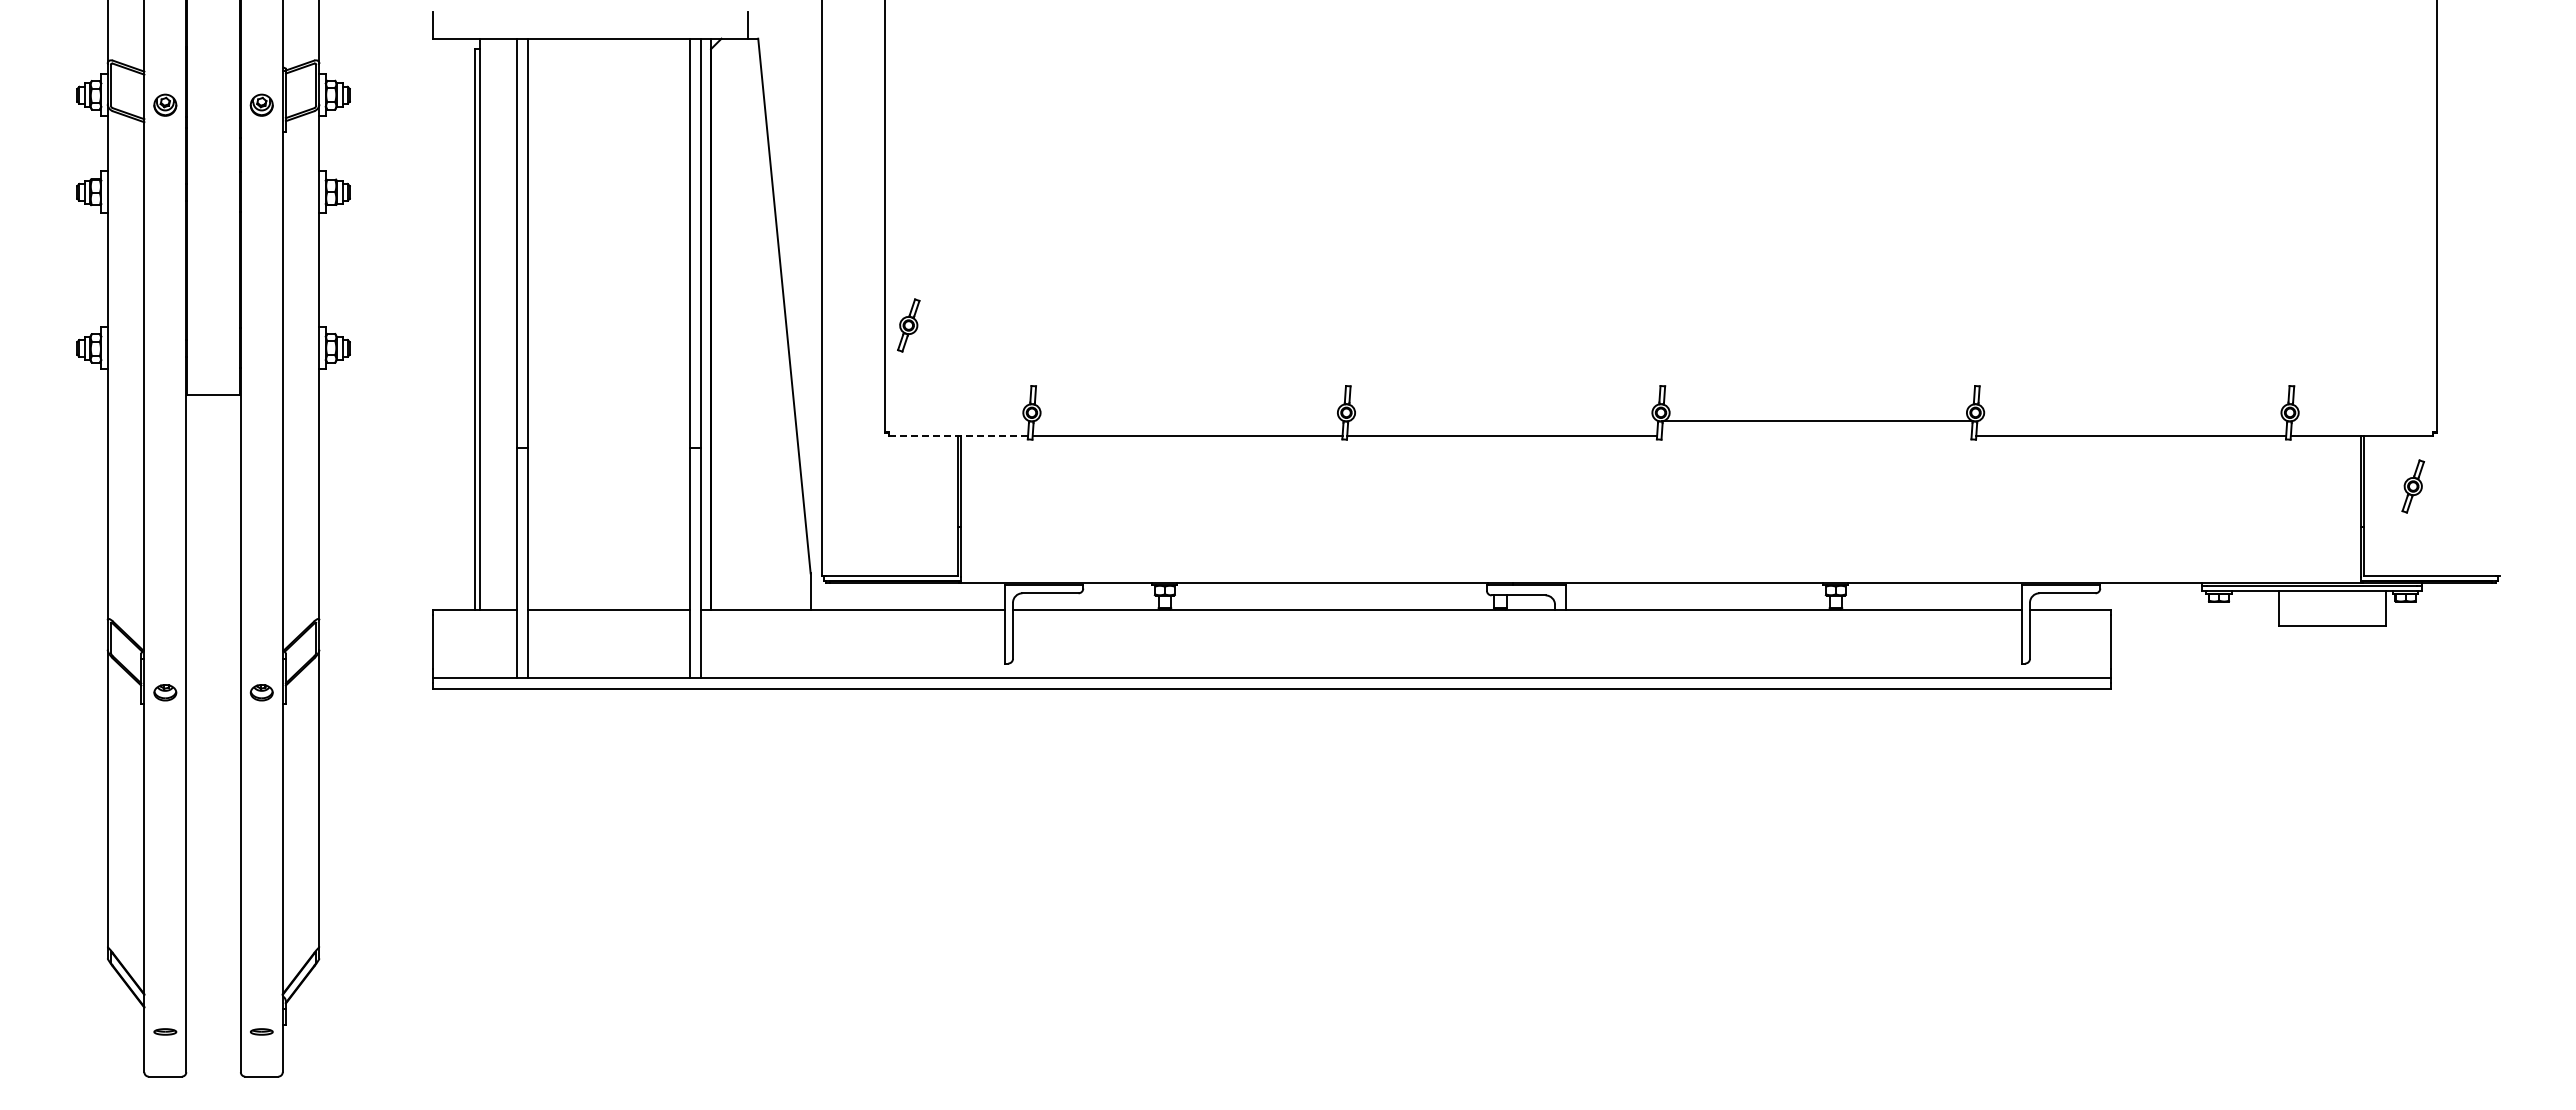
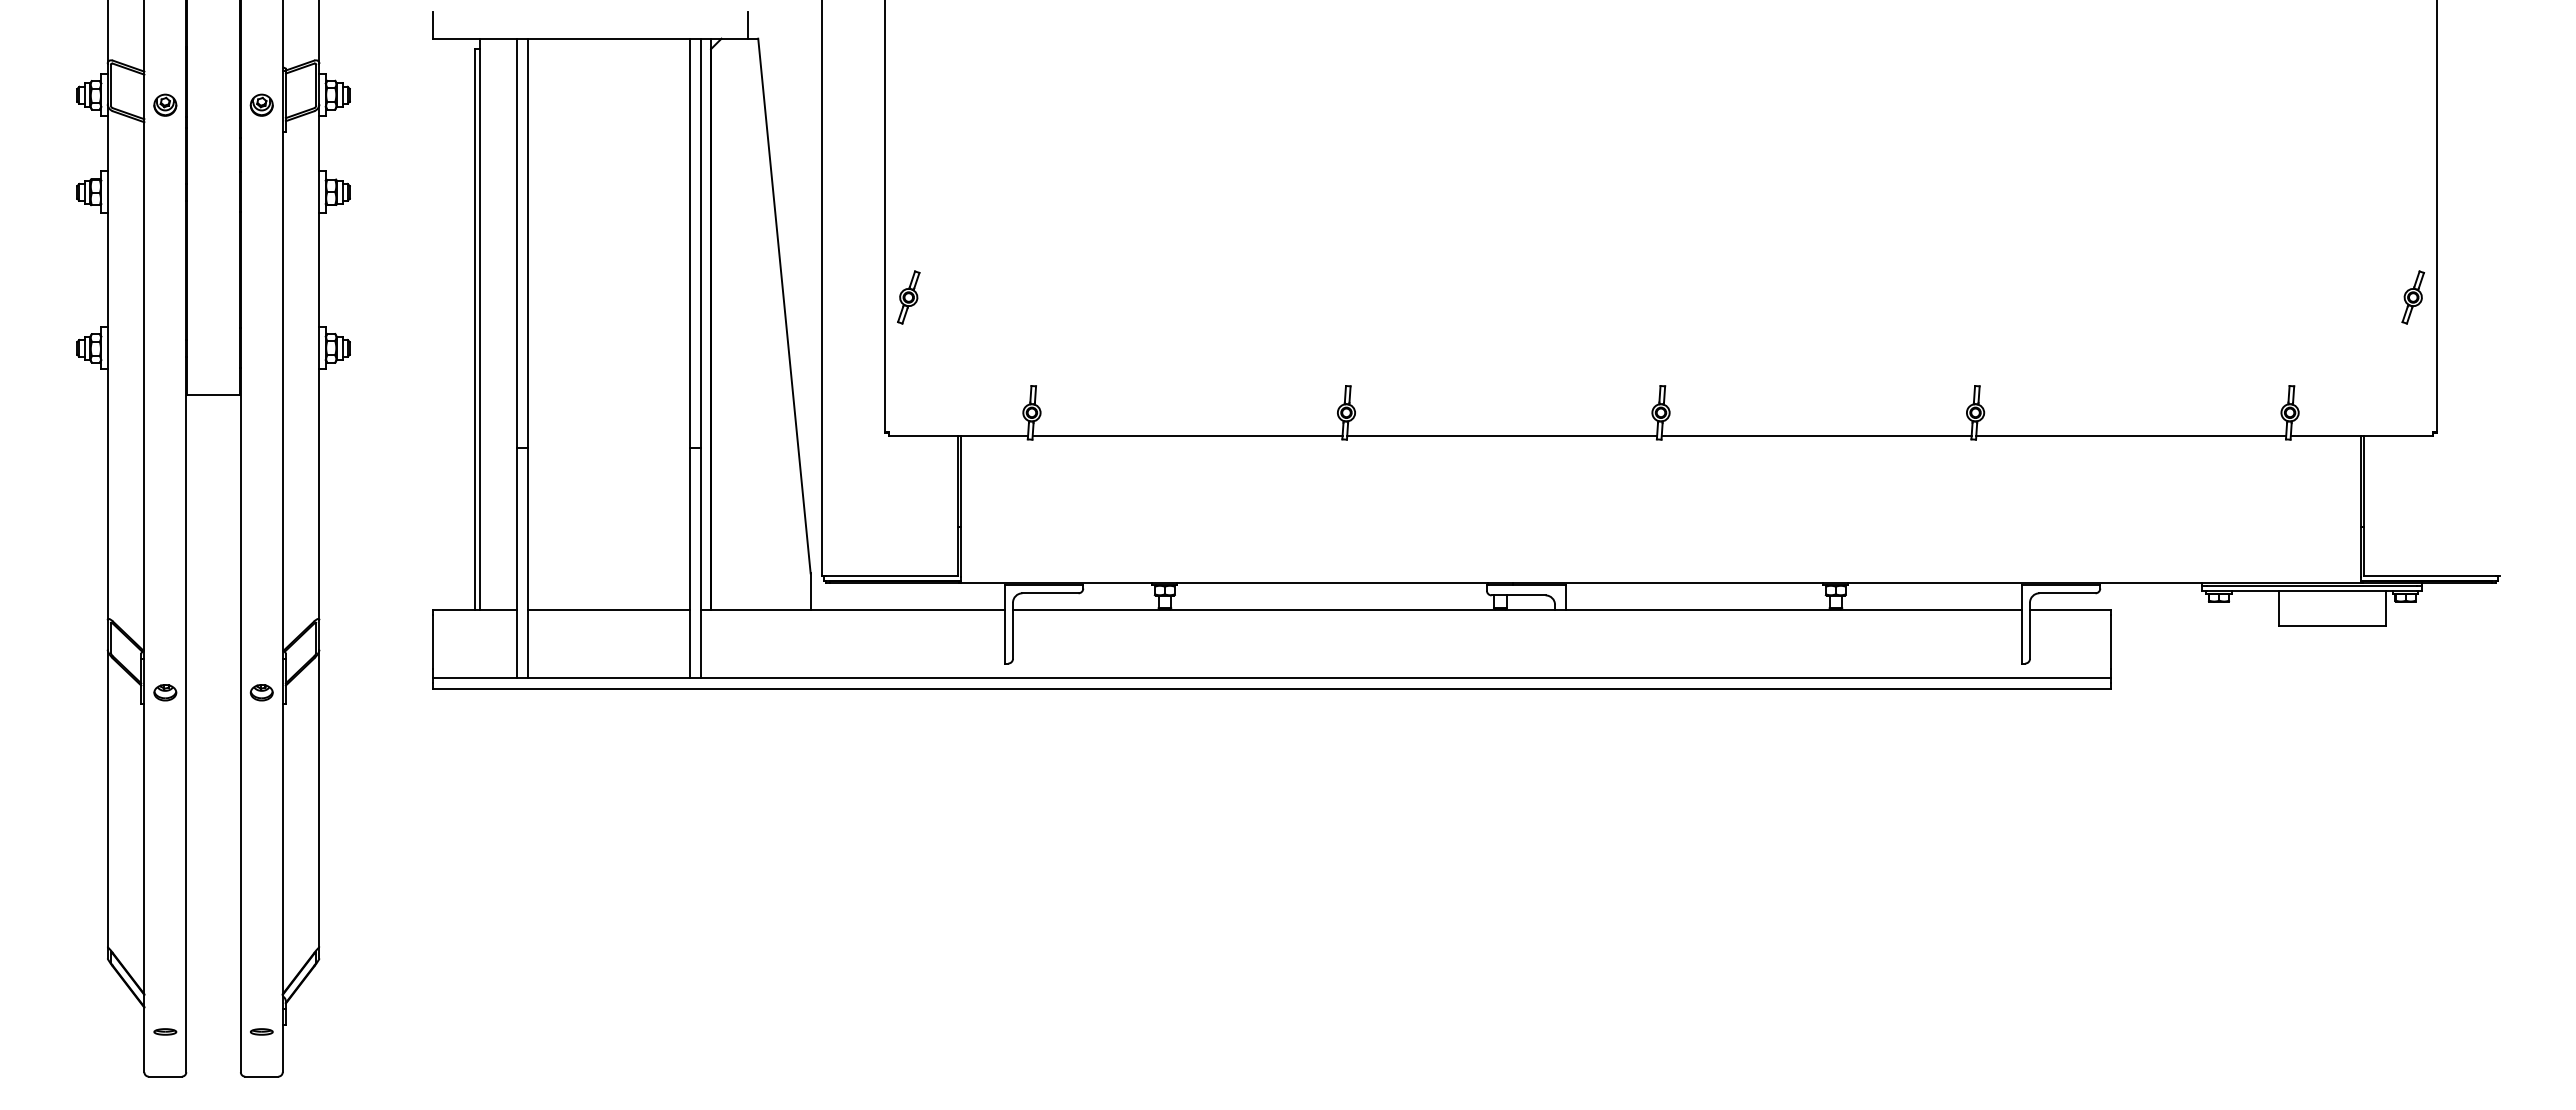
part at (908, 325) position: (908, 325) -> (908, 297)
line at (1816, 421) position: (1816, 421) -> (1816, 436)
line at (958, 436): dashed -> solid
part at (2413, 486) position: (2413, 486) -> (2413, 297)
